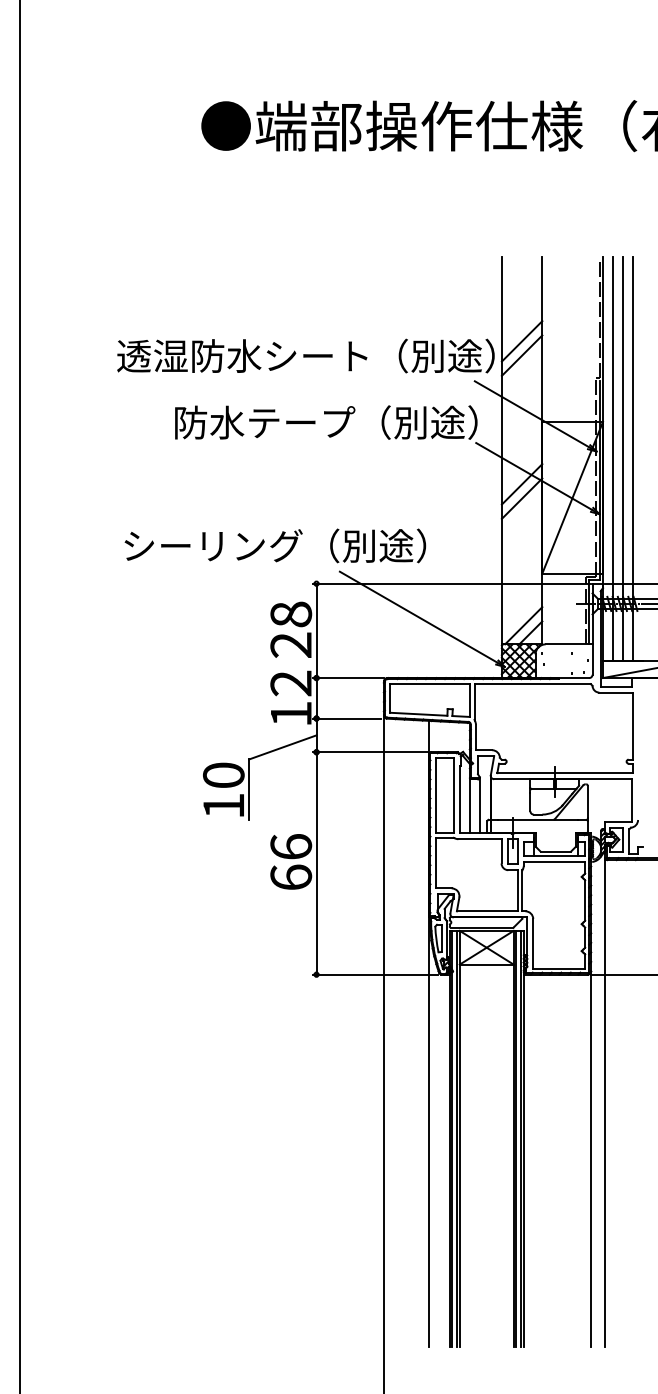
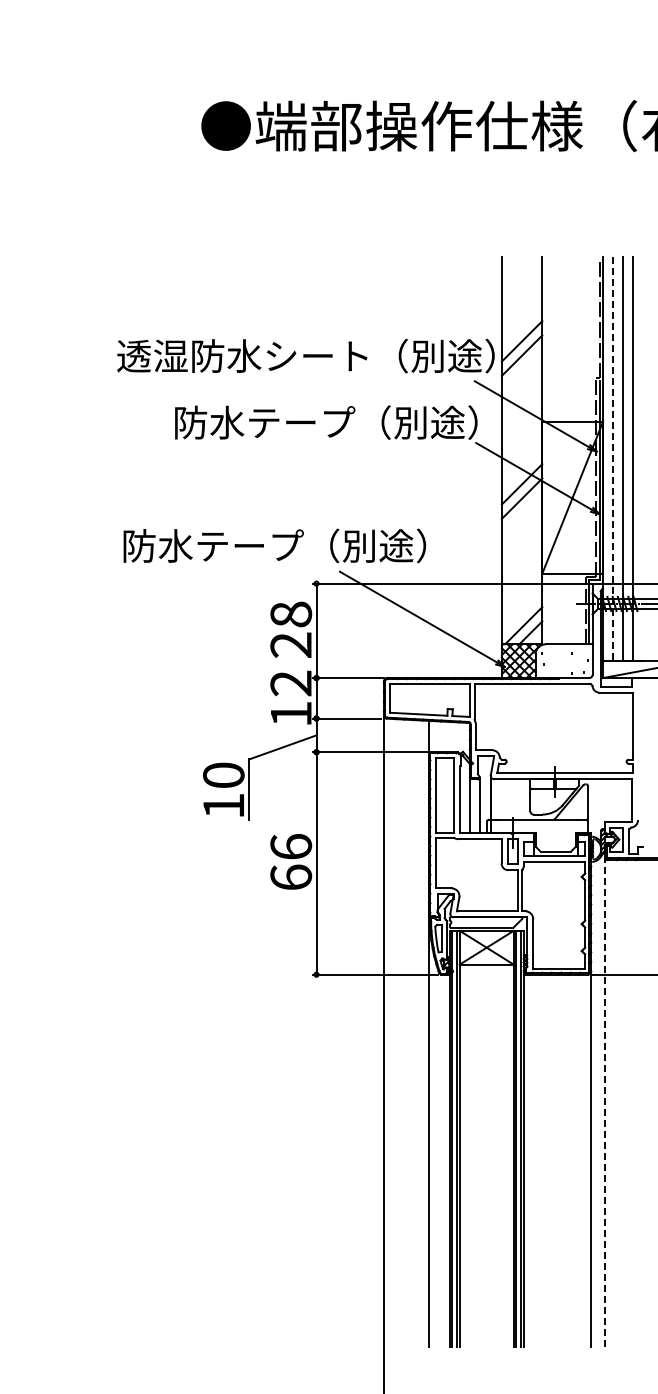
line at (613, 459): solid -> dashed
text at (213, 545): シーリング（別途） -> 防水テープ（別途）
line at (19, 696): present -> none
line at (604, 1102): solid -> dashed
